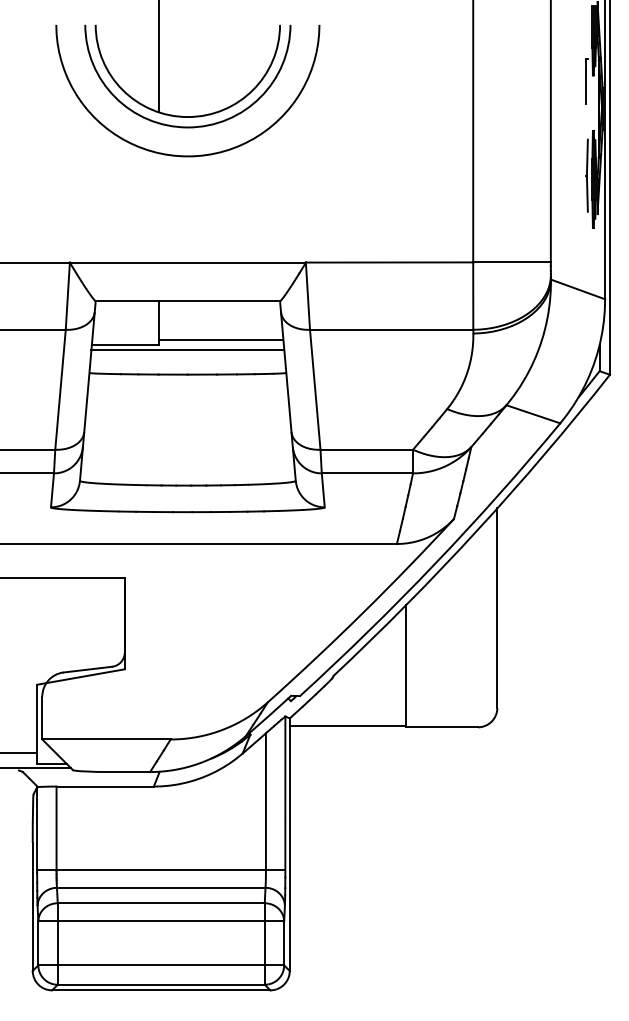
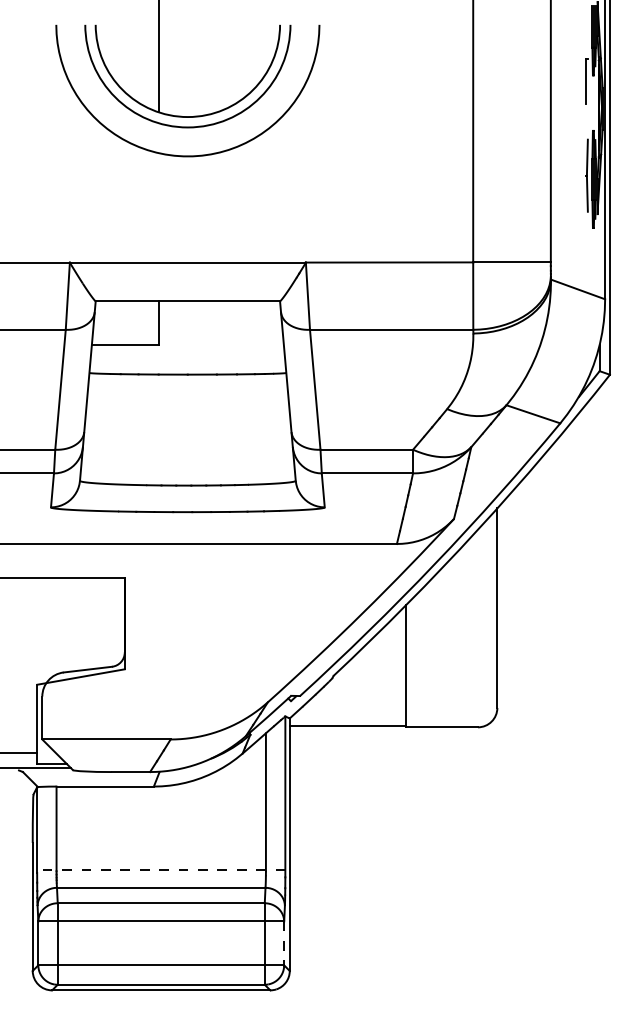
line at (220, 339): present -> none
line at (187, 349): present -> none
line at (160, 869): solid -> dashed
line at (284, 943): solid -> dashed
